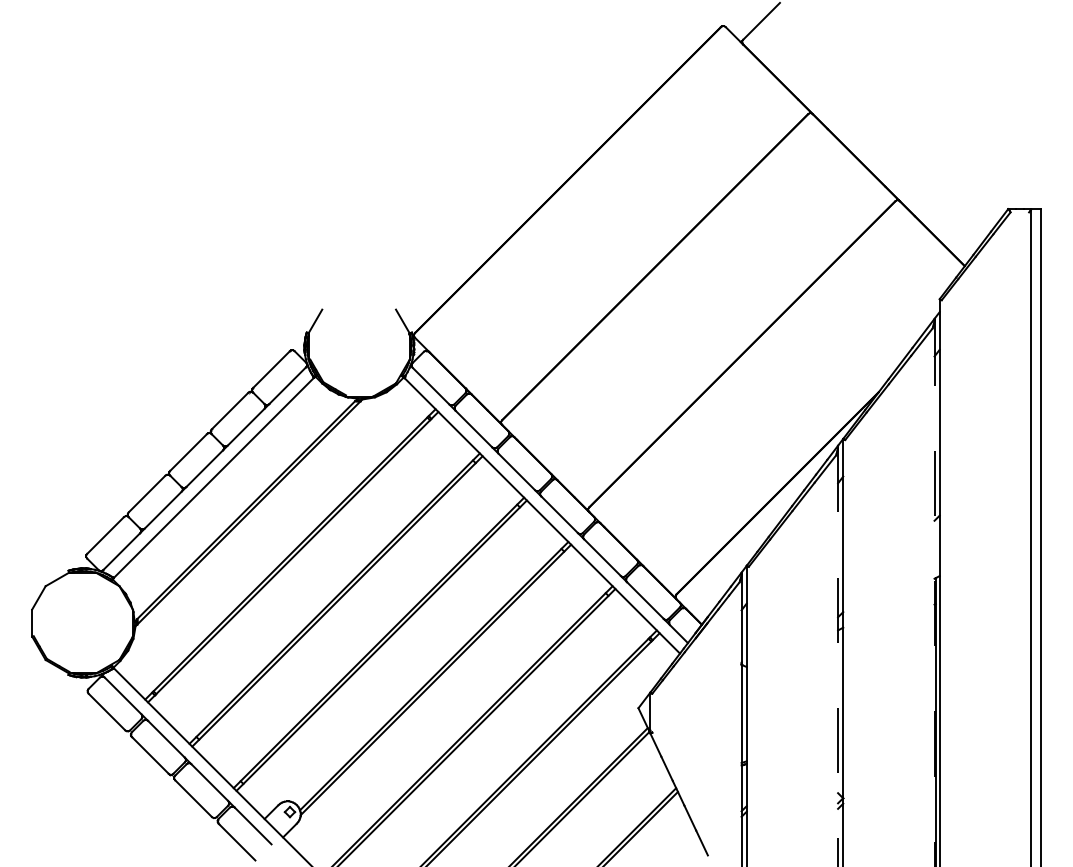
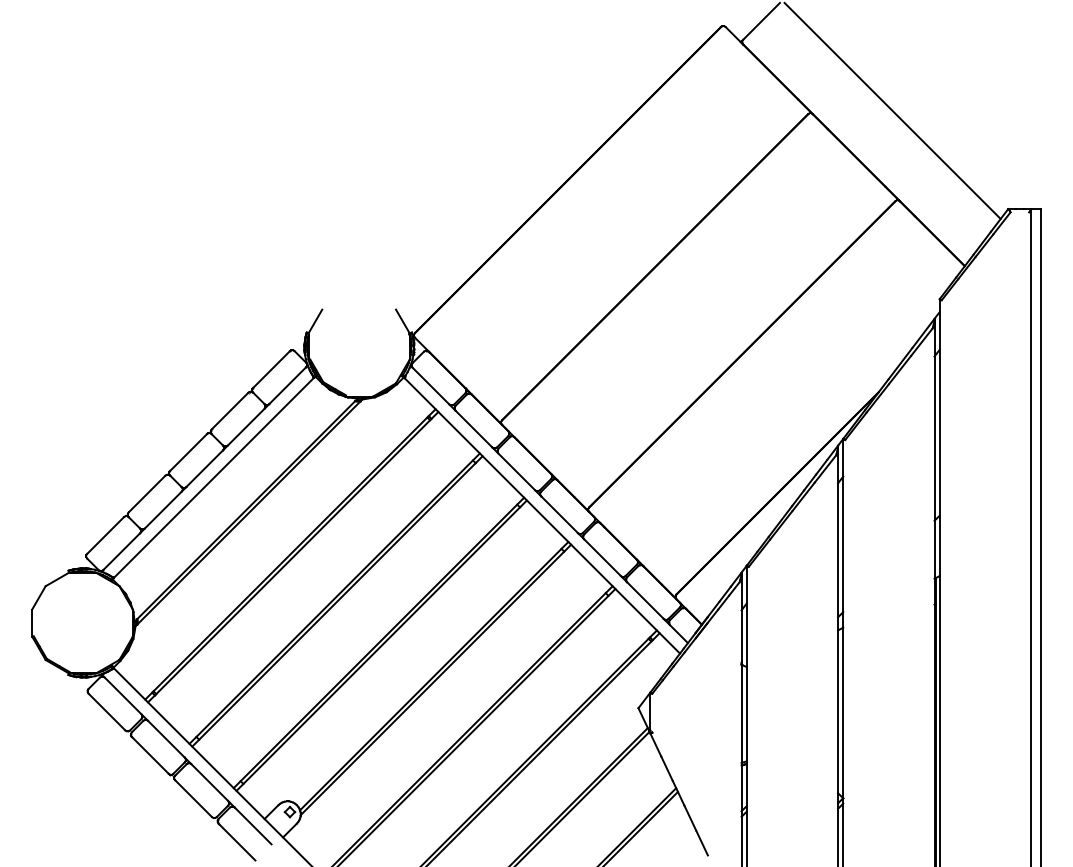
line at (892, 110): none -> present
line at (934, 594): dashed -> solid
line at (838, 657): dashed -> solid
